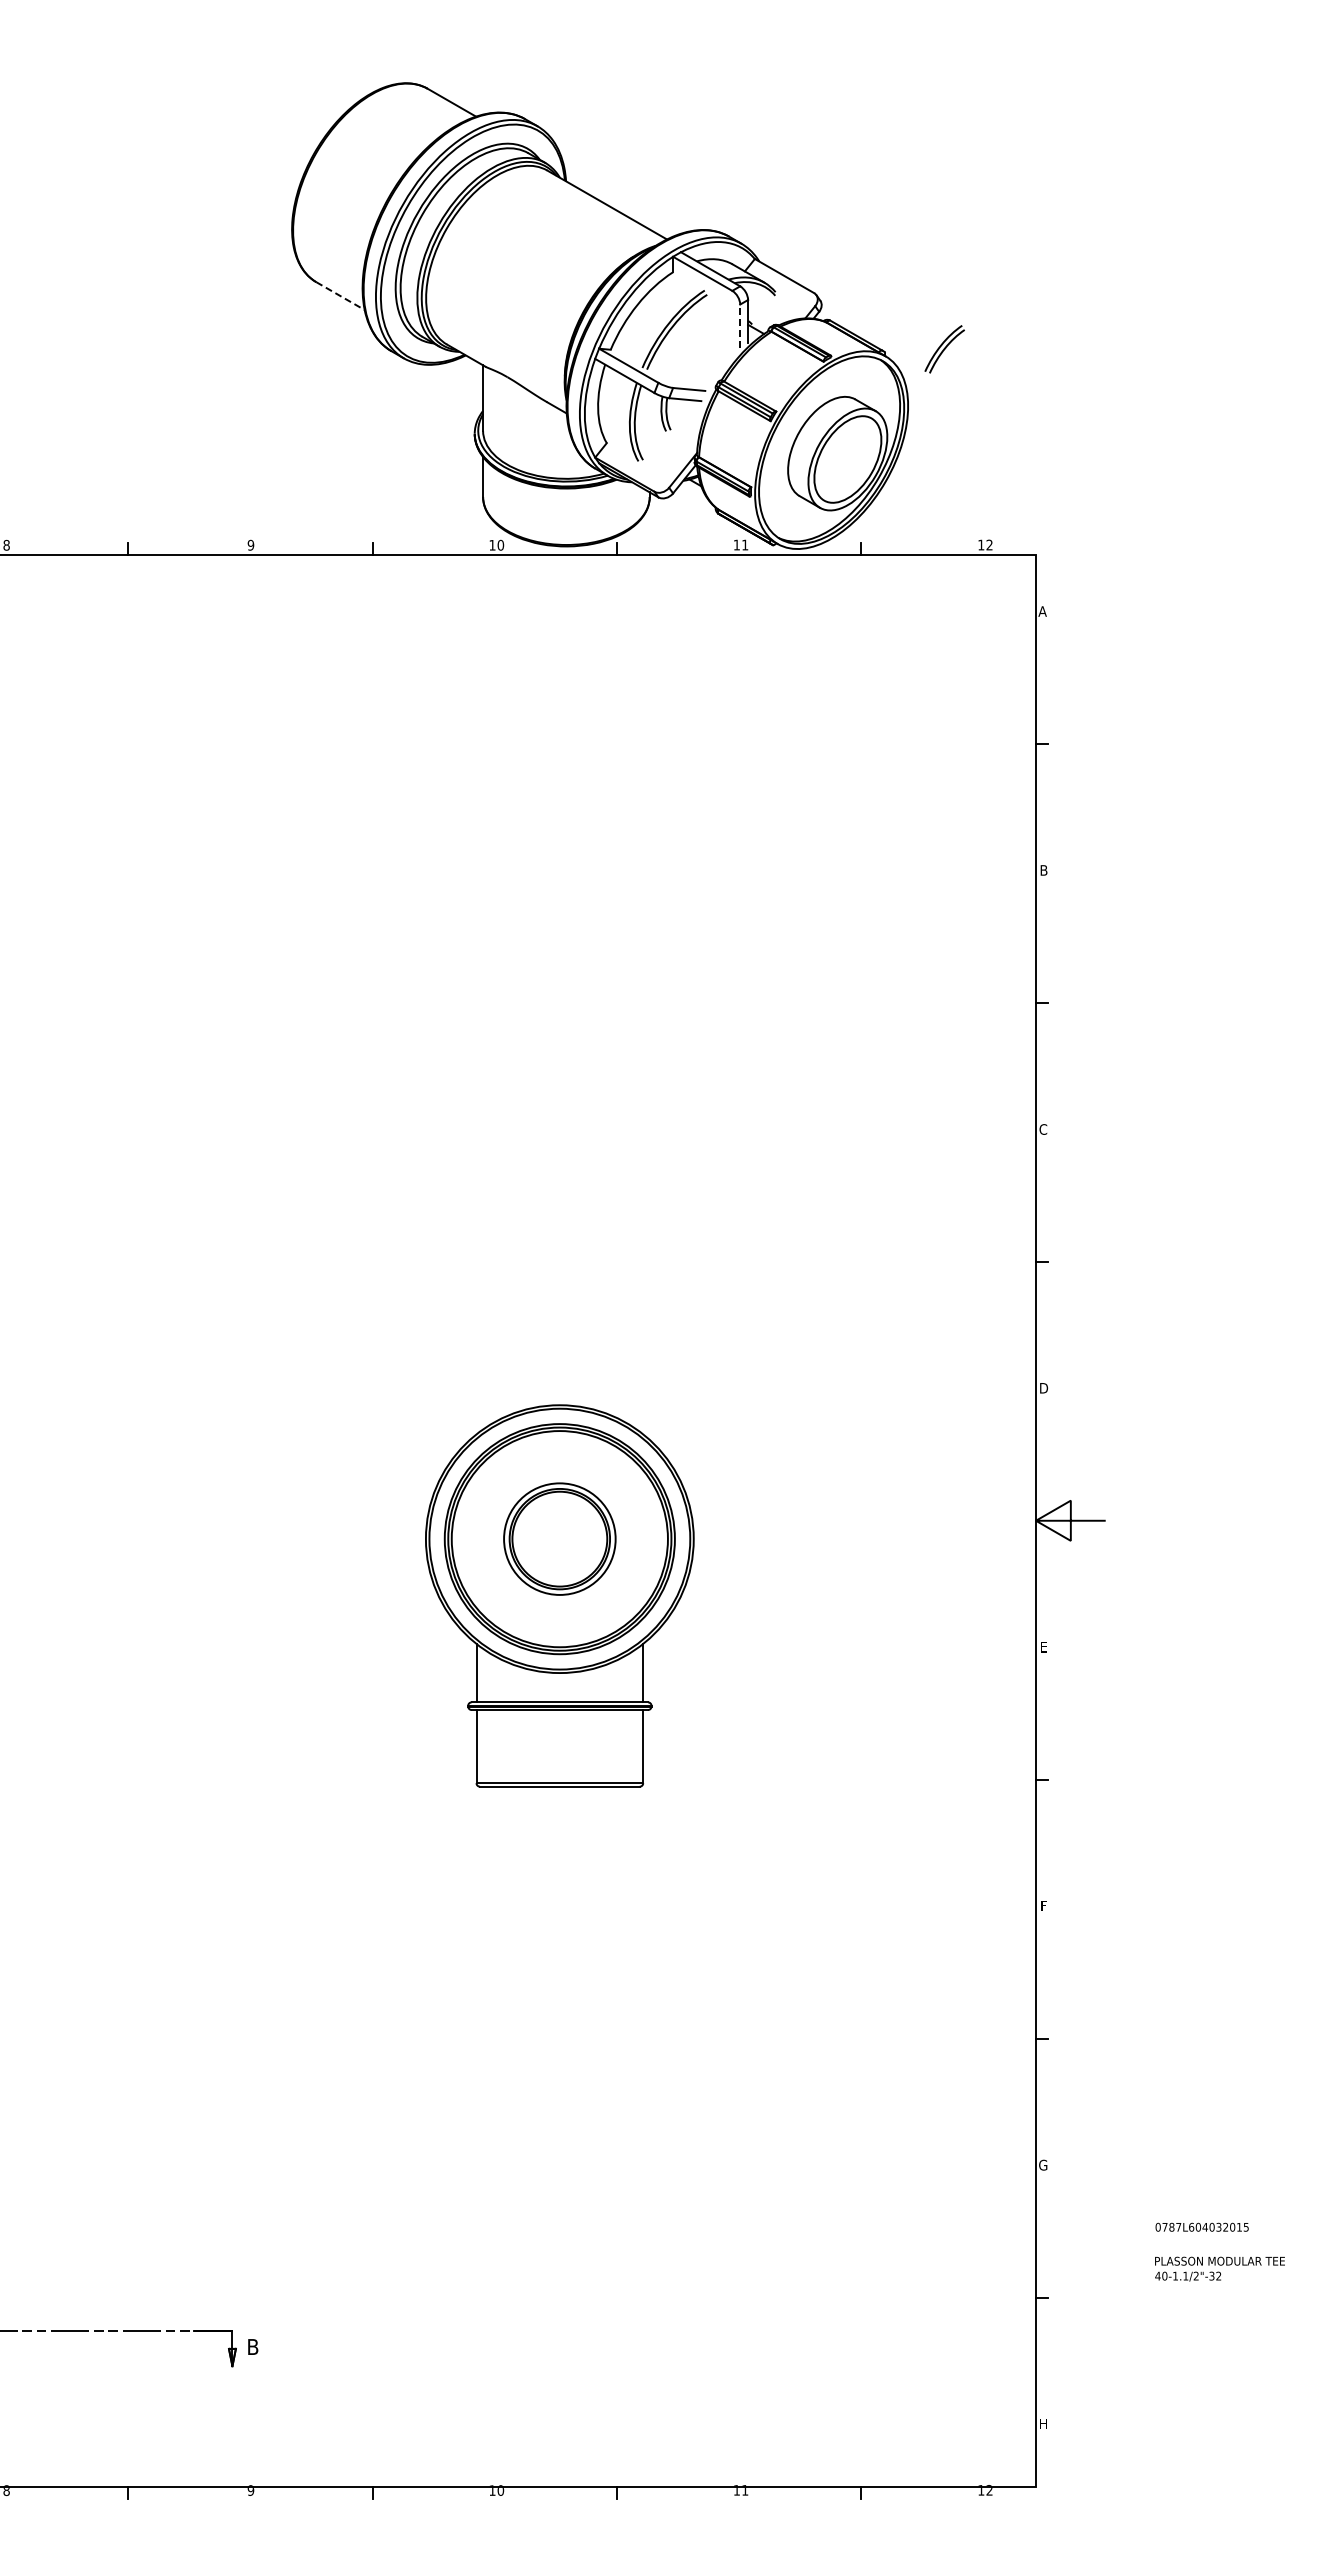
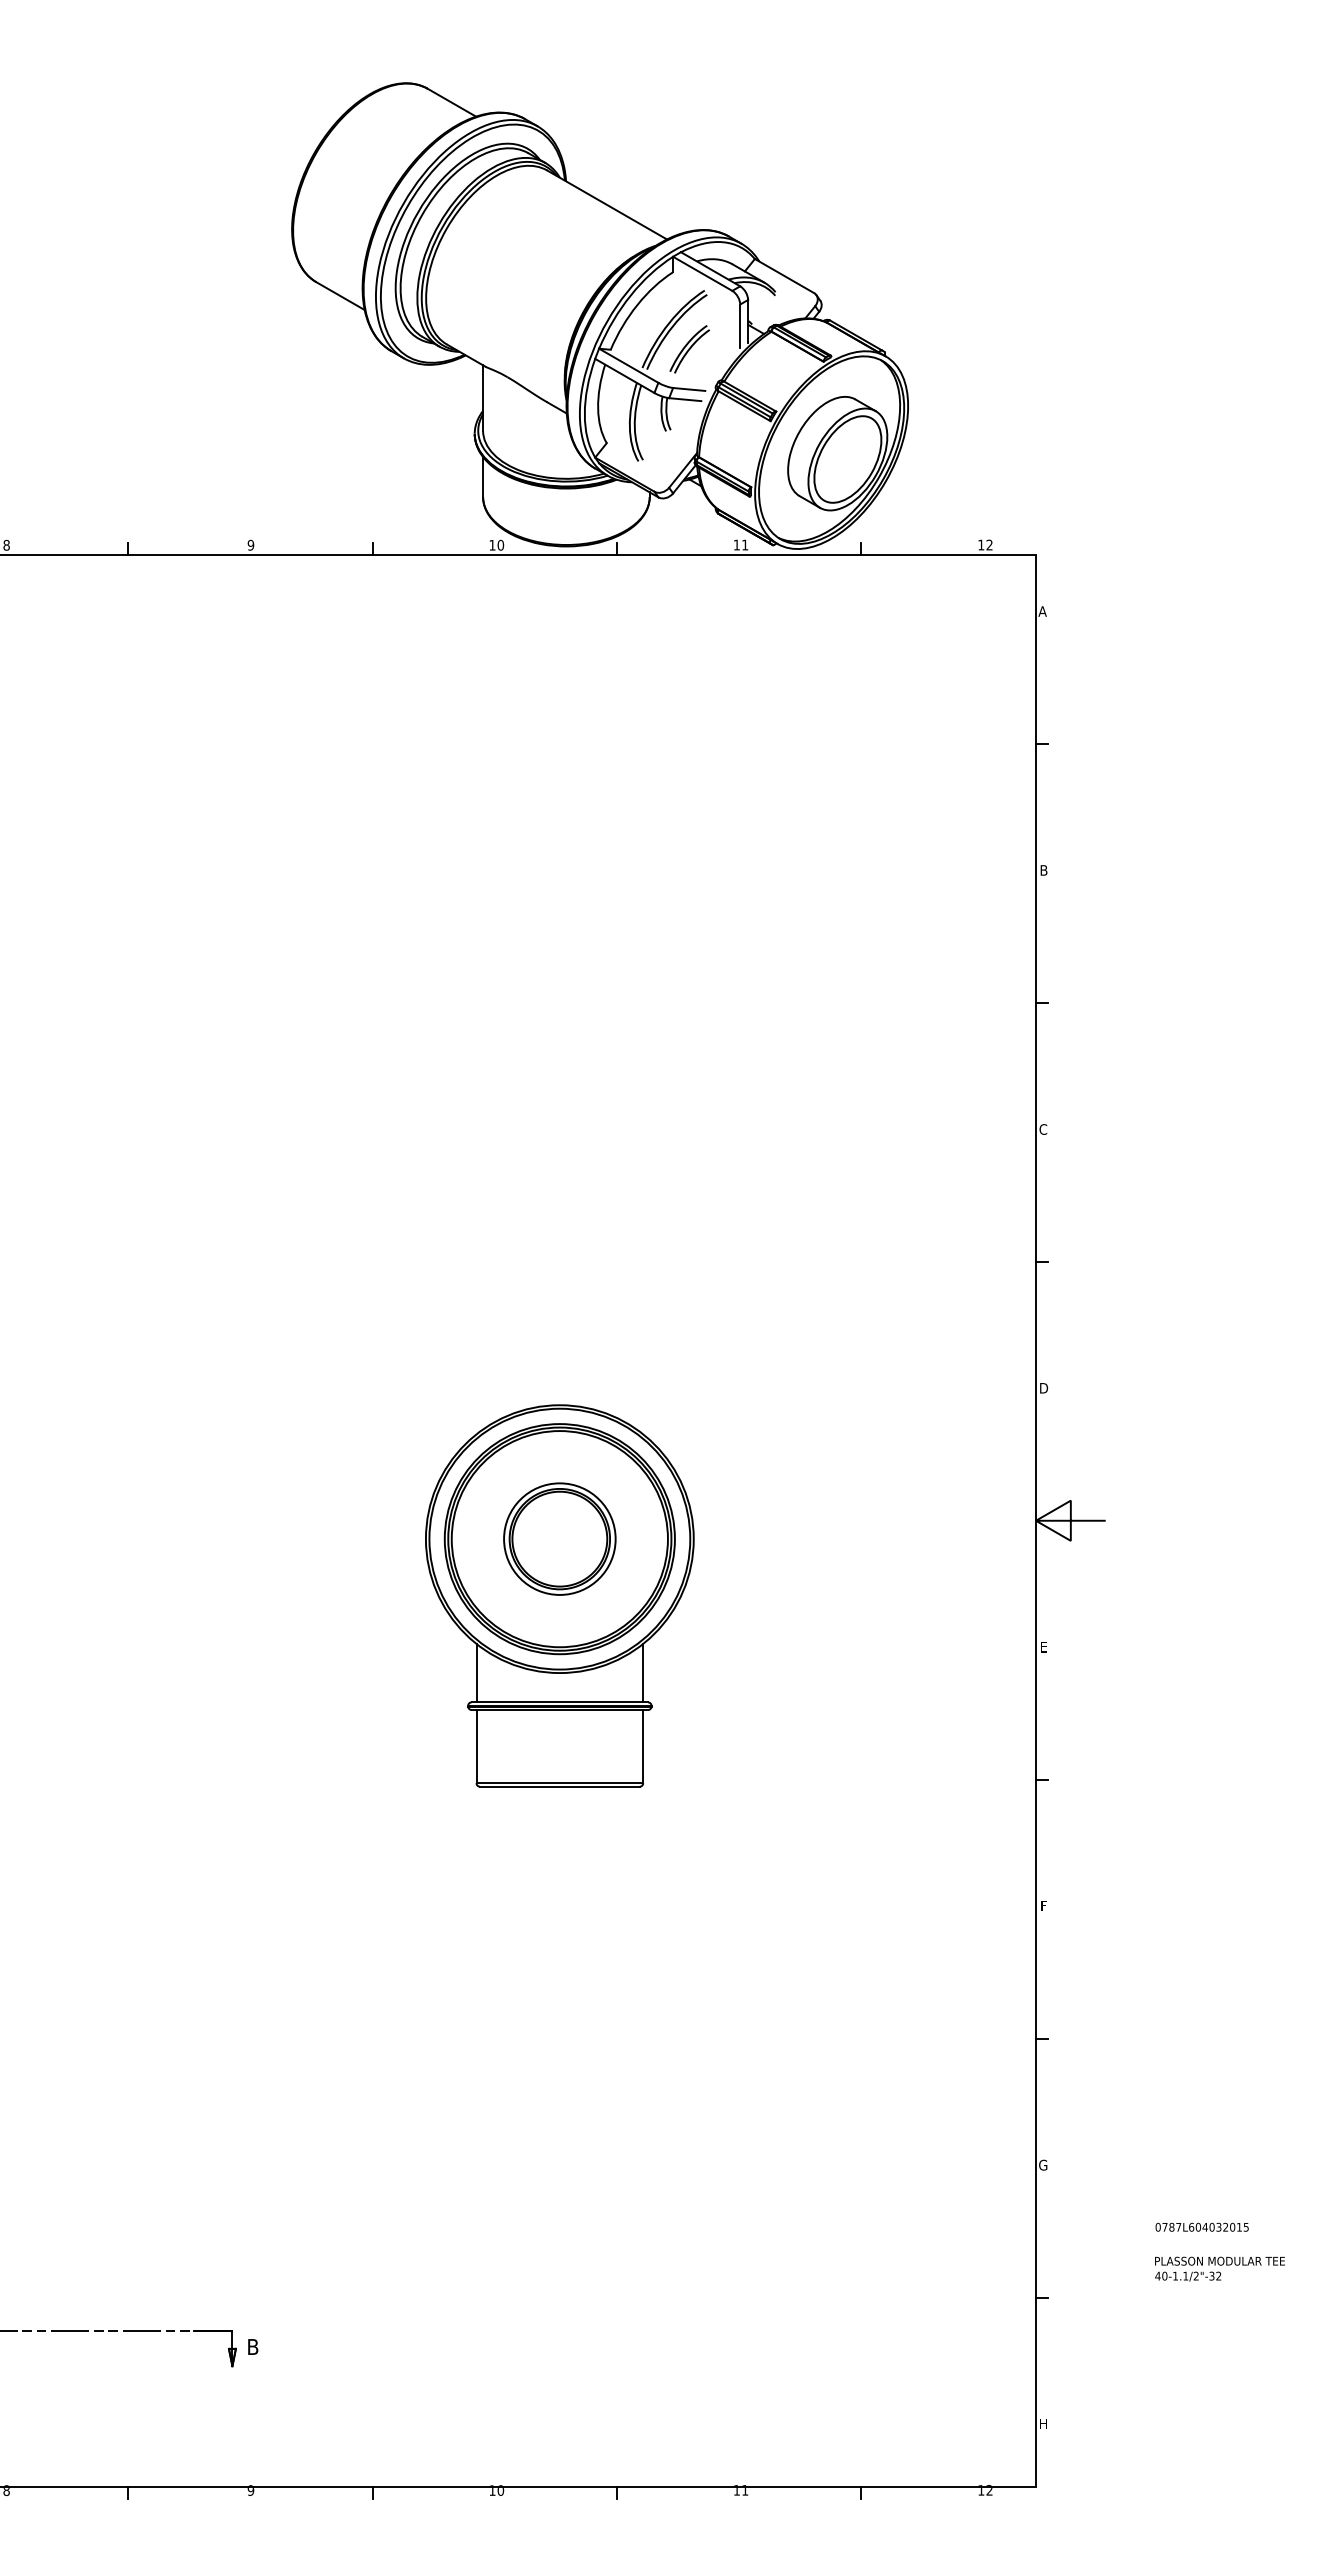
line at (340, 296): dashed -> solid
line at (740, 325): dashed -> solid
part at (944, 349) position: (944, 349) -> (689, 349)
